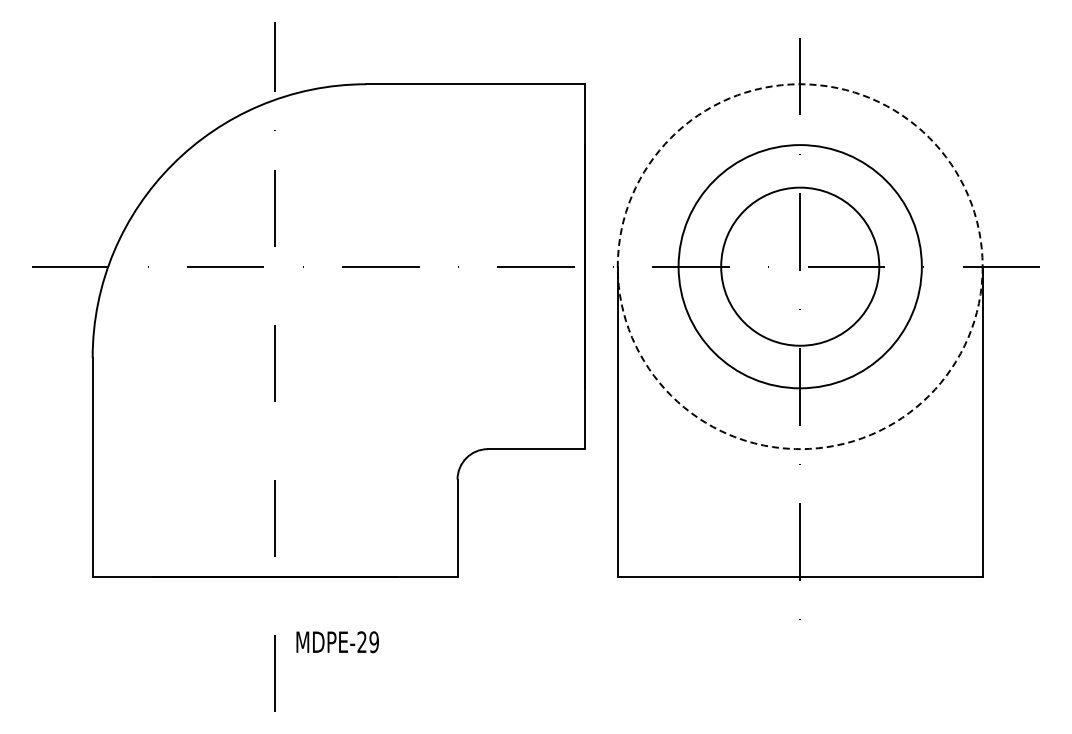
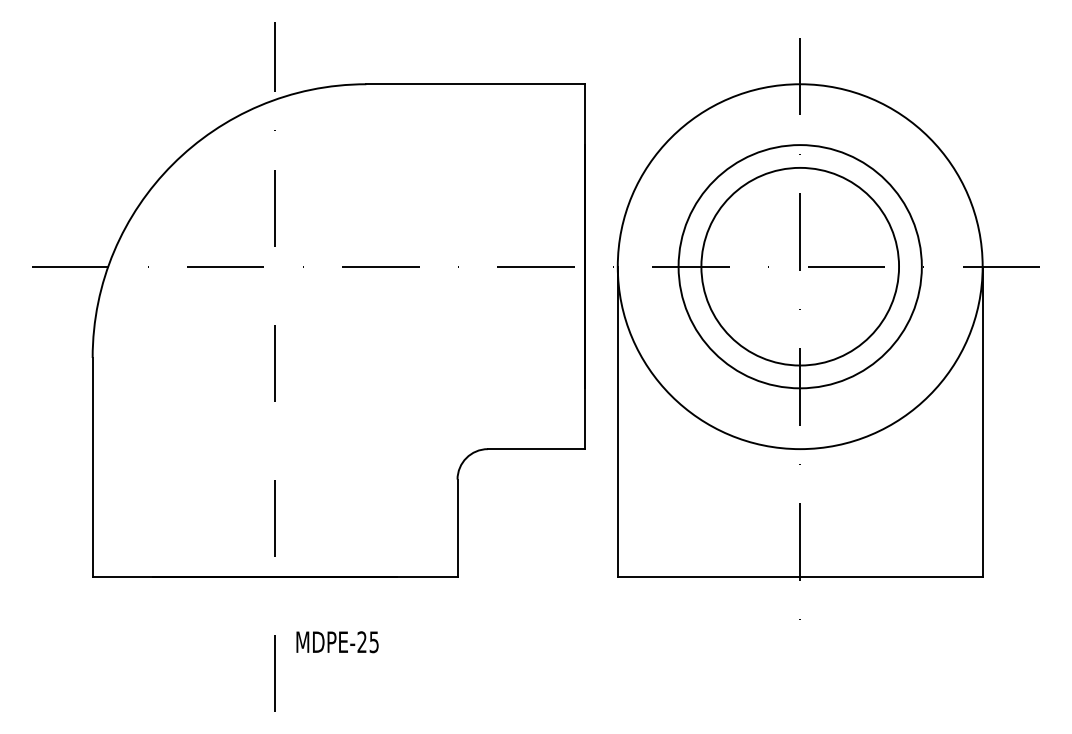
circle at (799, 266): dashed -> solid
circle at (800, 266) diameter: 158 px -> 198 px
text at (373, 641): MDPE-29 -> MDPE-25
